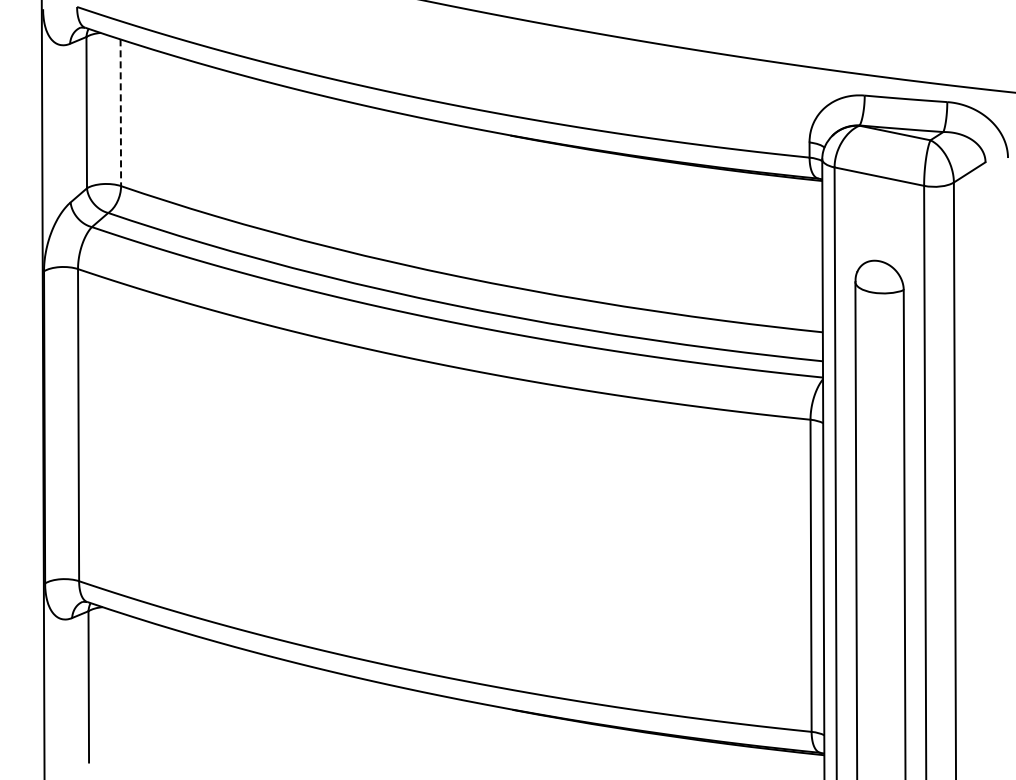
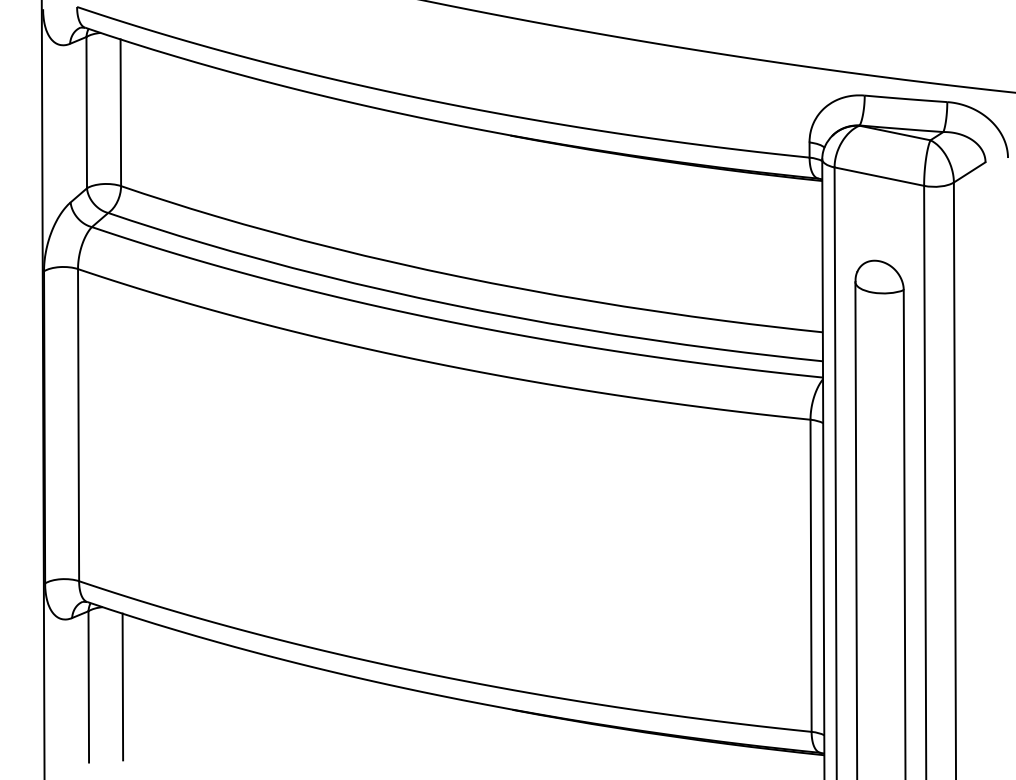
line at (120, 113): dashed -> solid
line at (122, 686): none -> present
